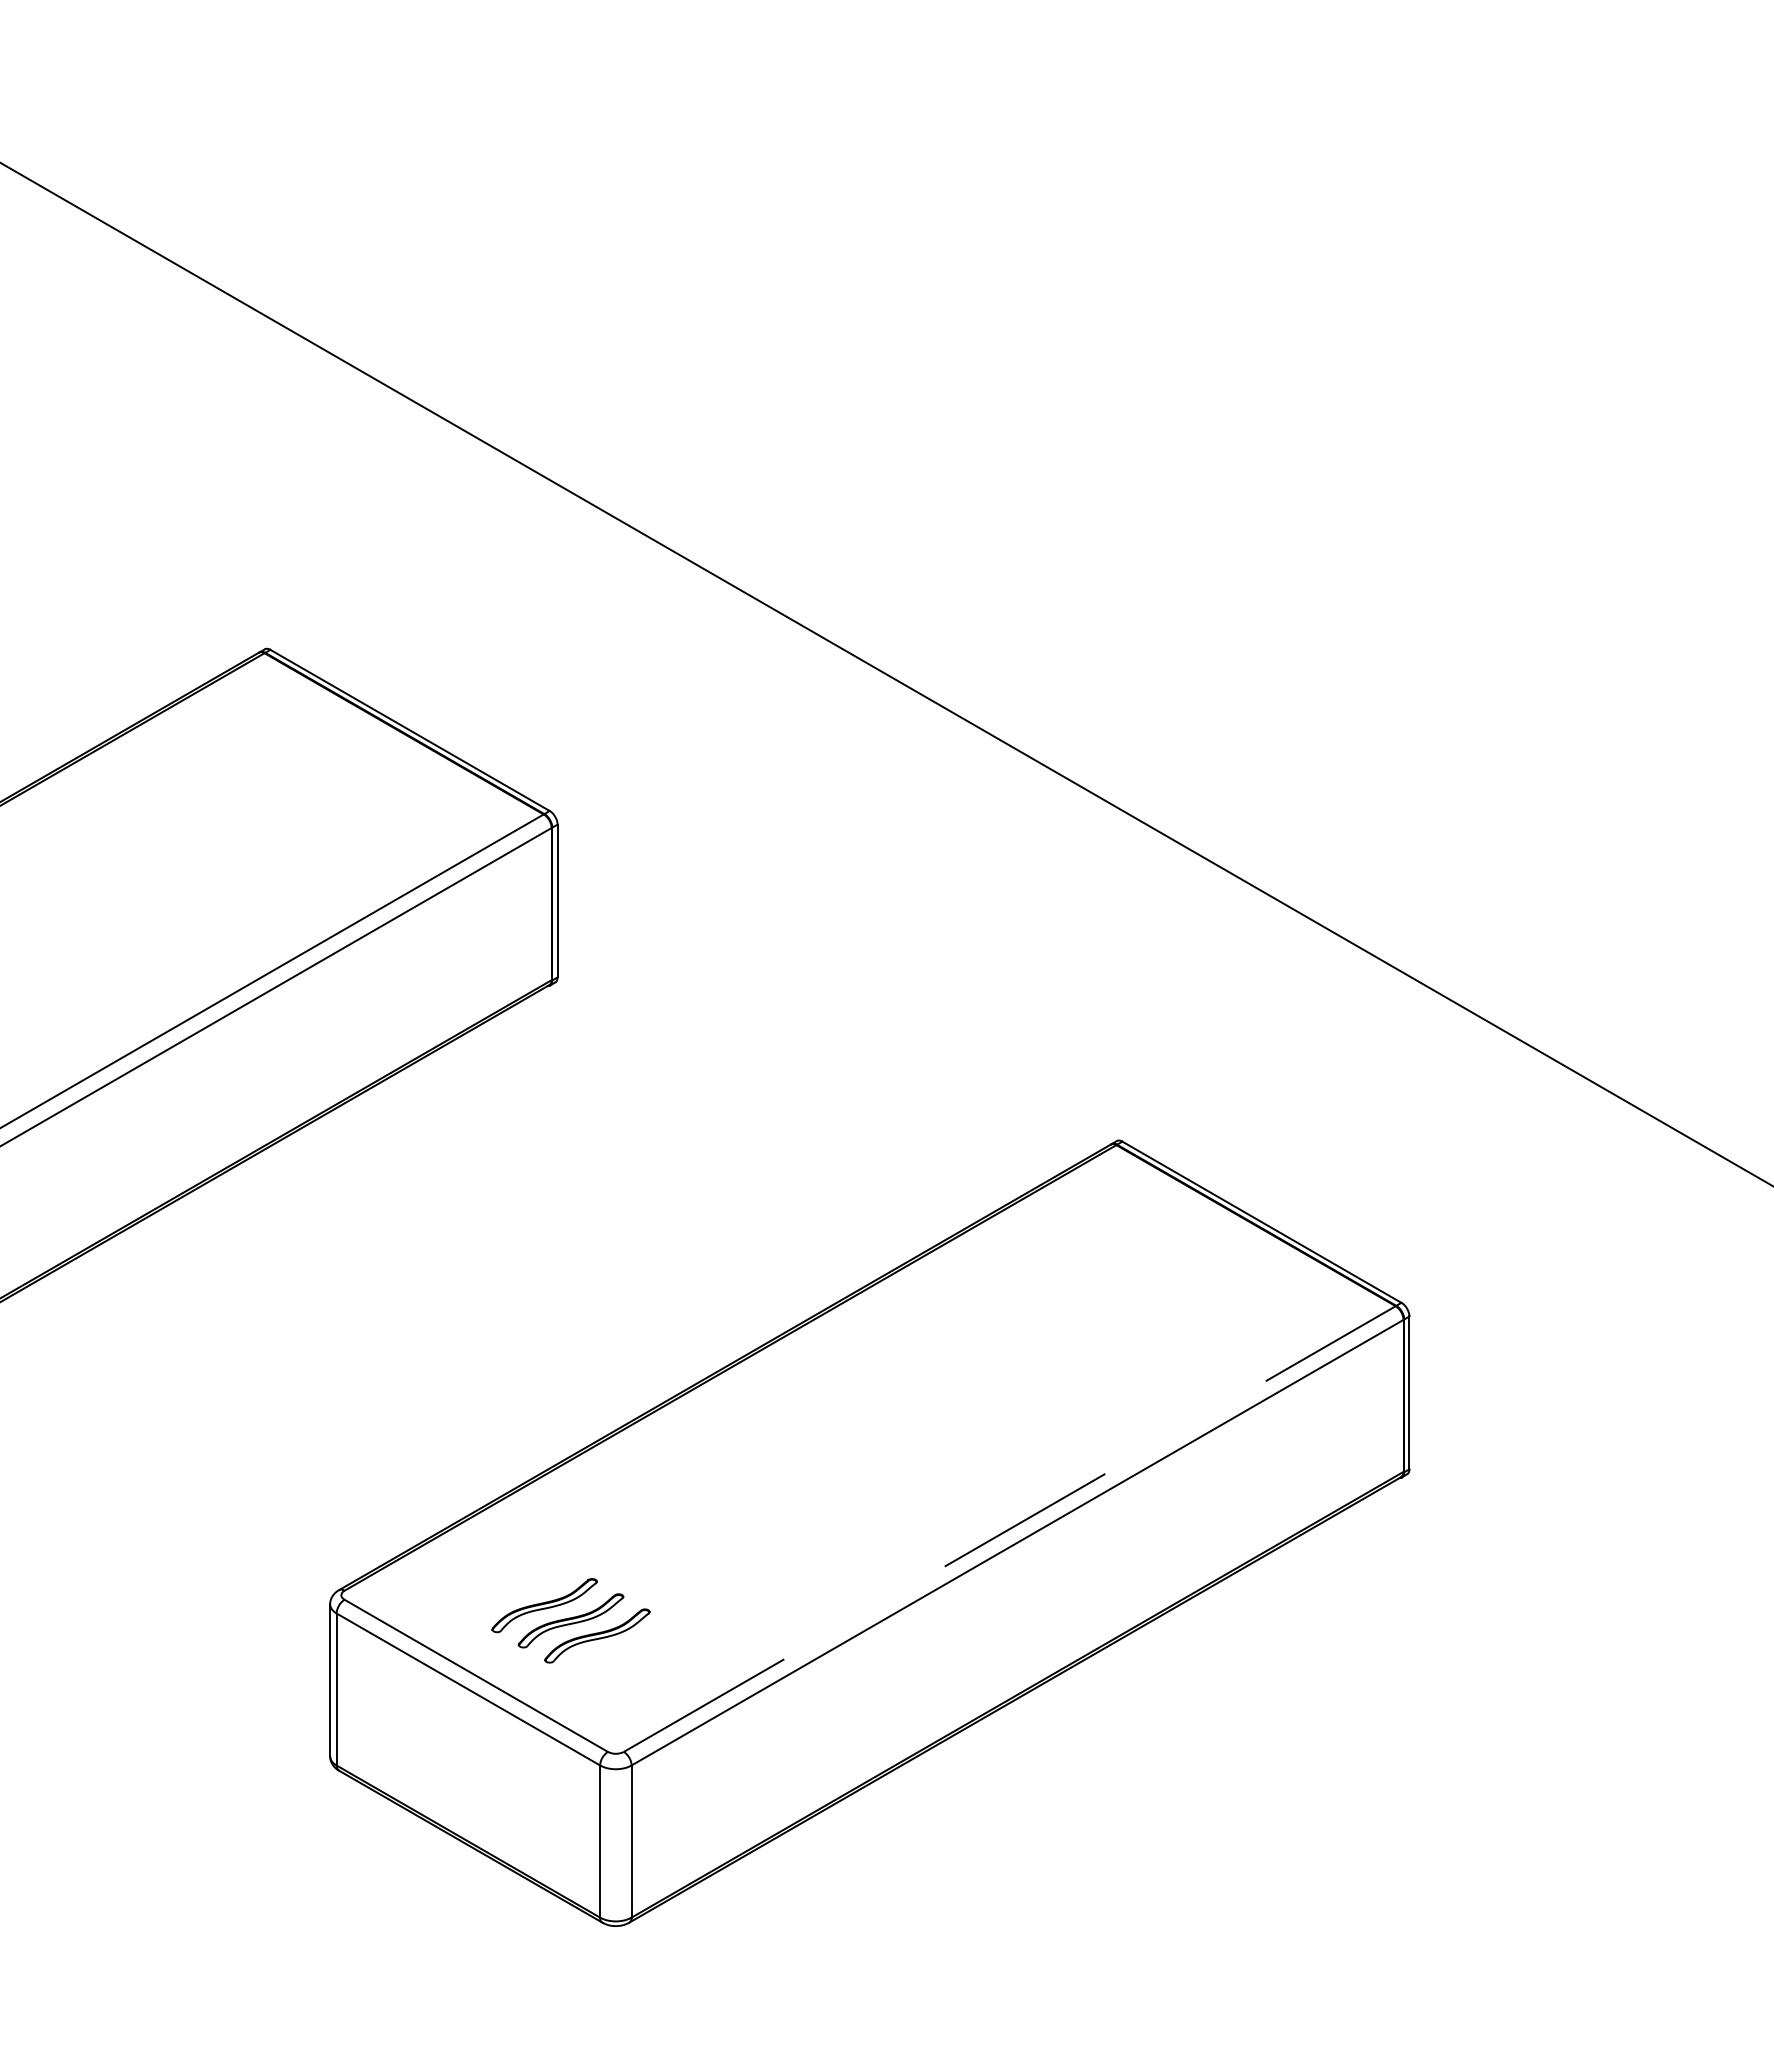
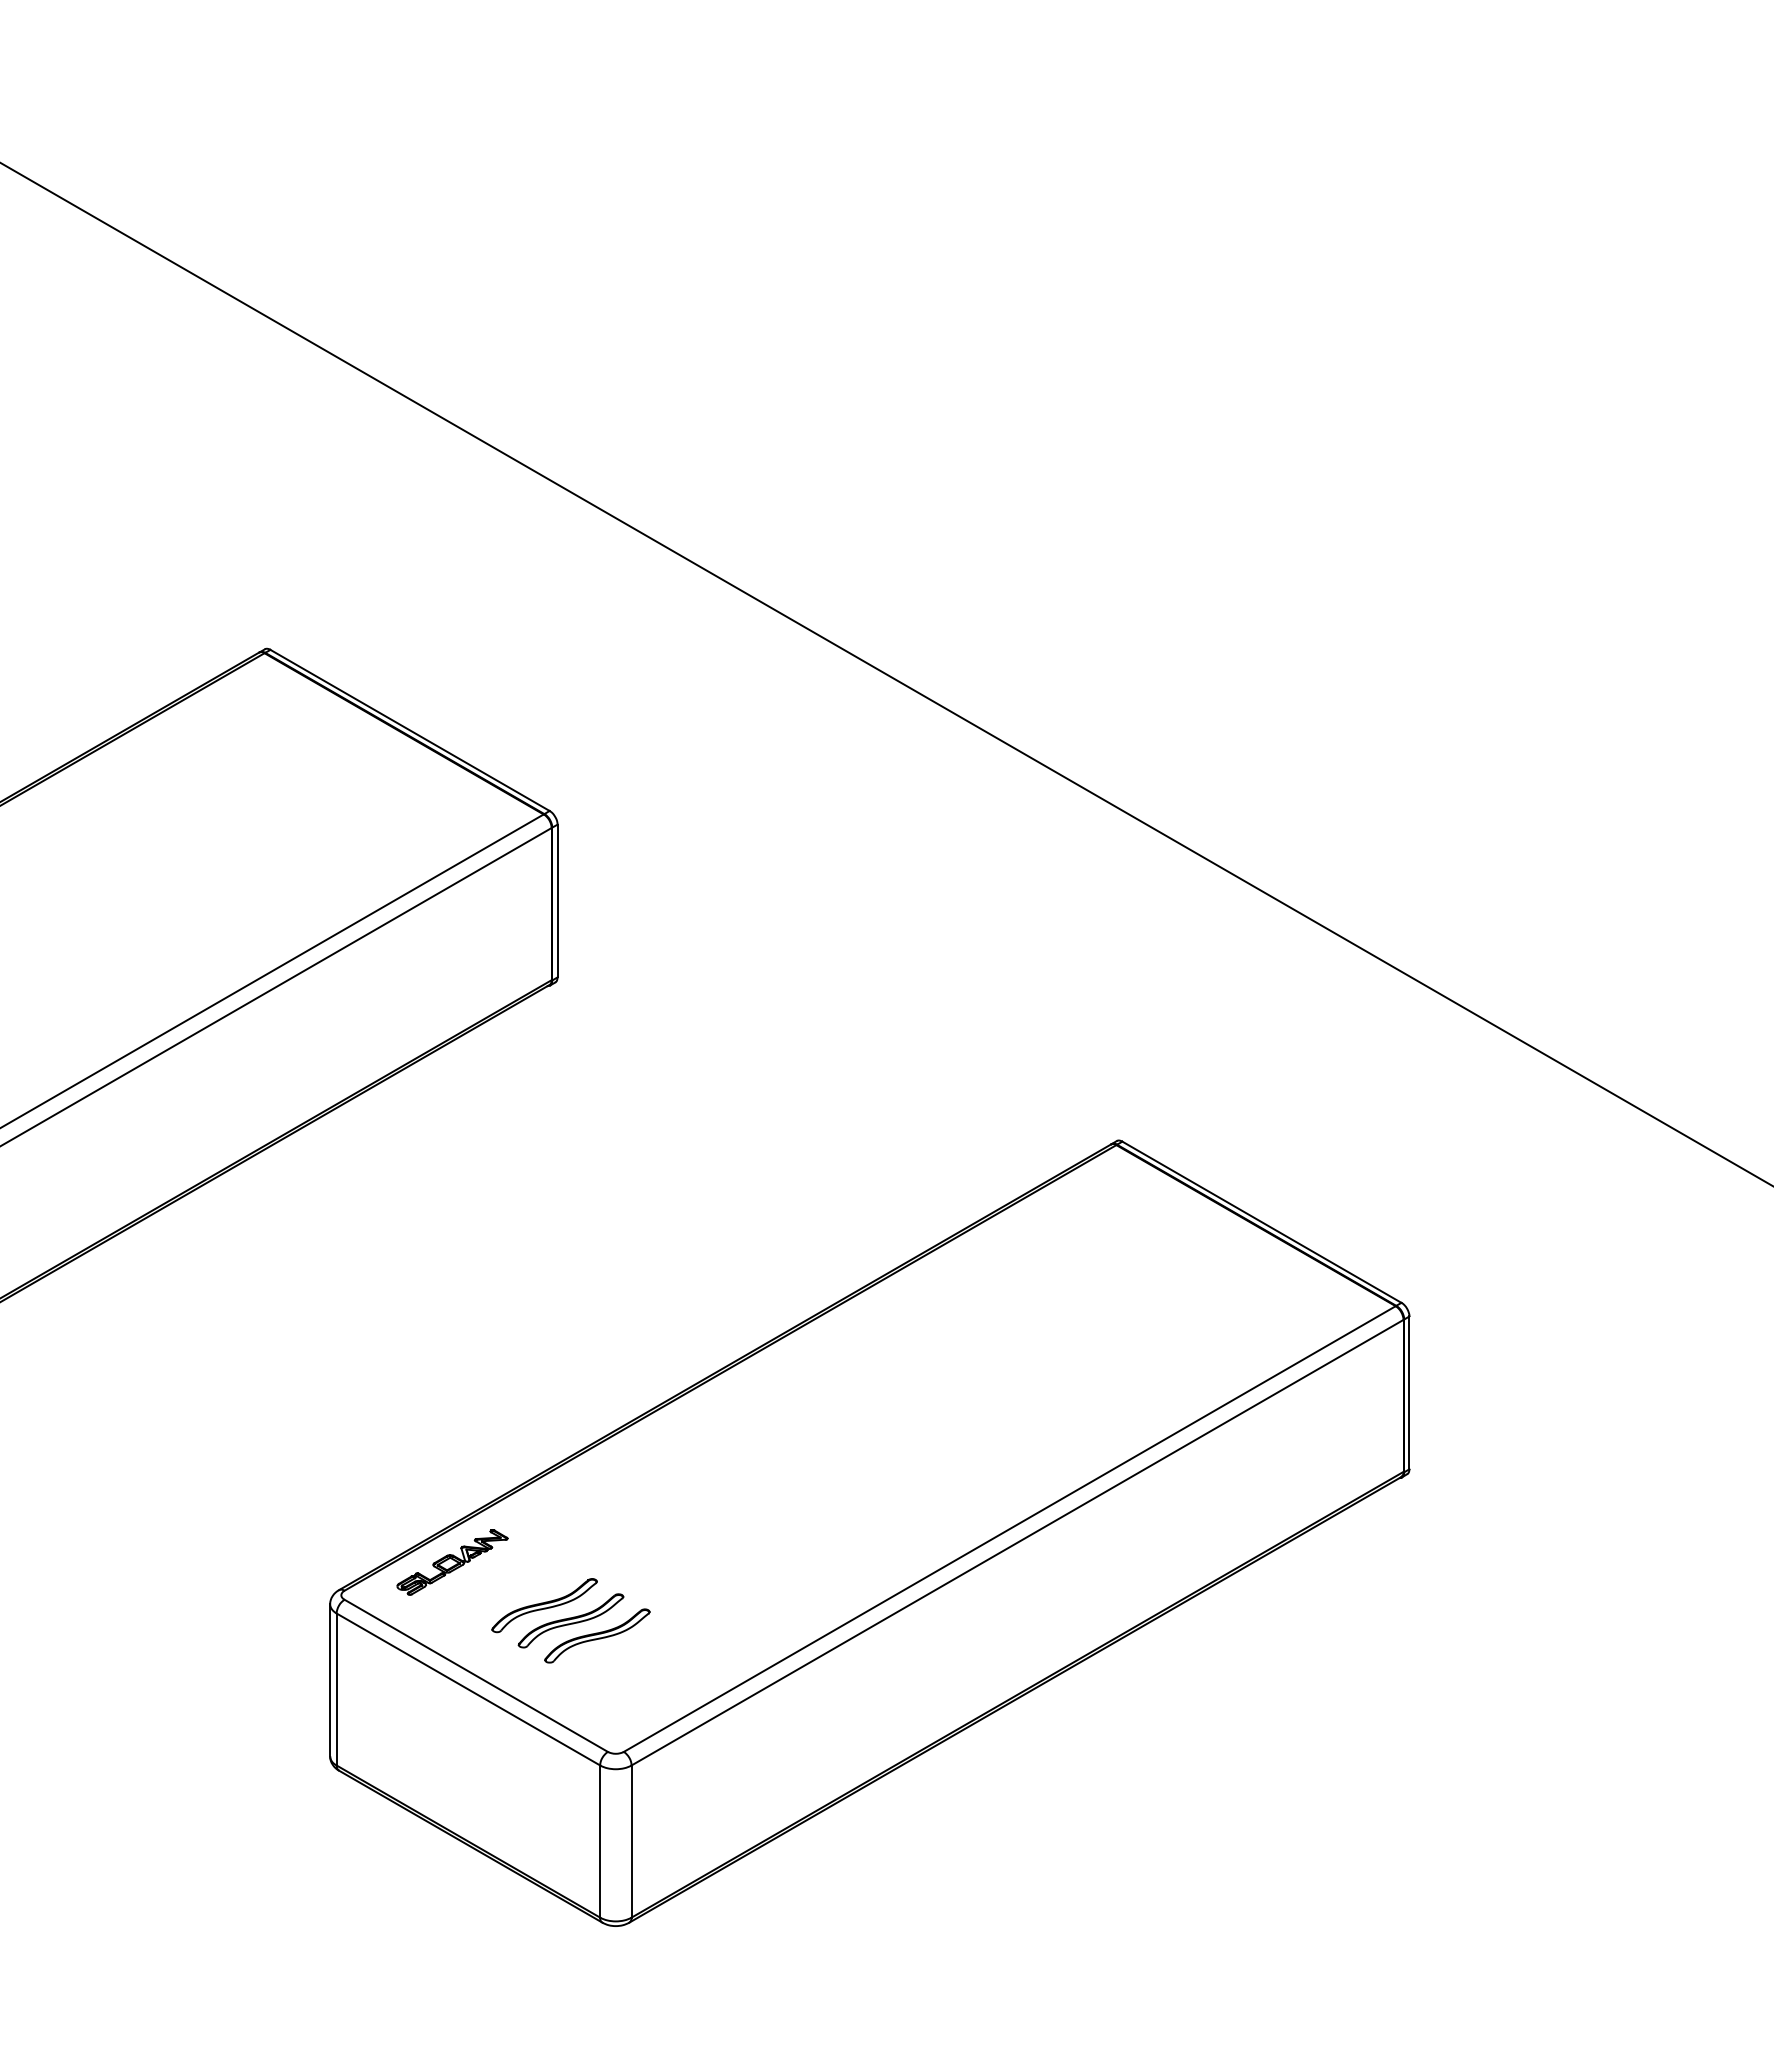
line at (1009, 1529): dashed -> solid
part at (452, 1562): none -> present
